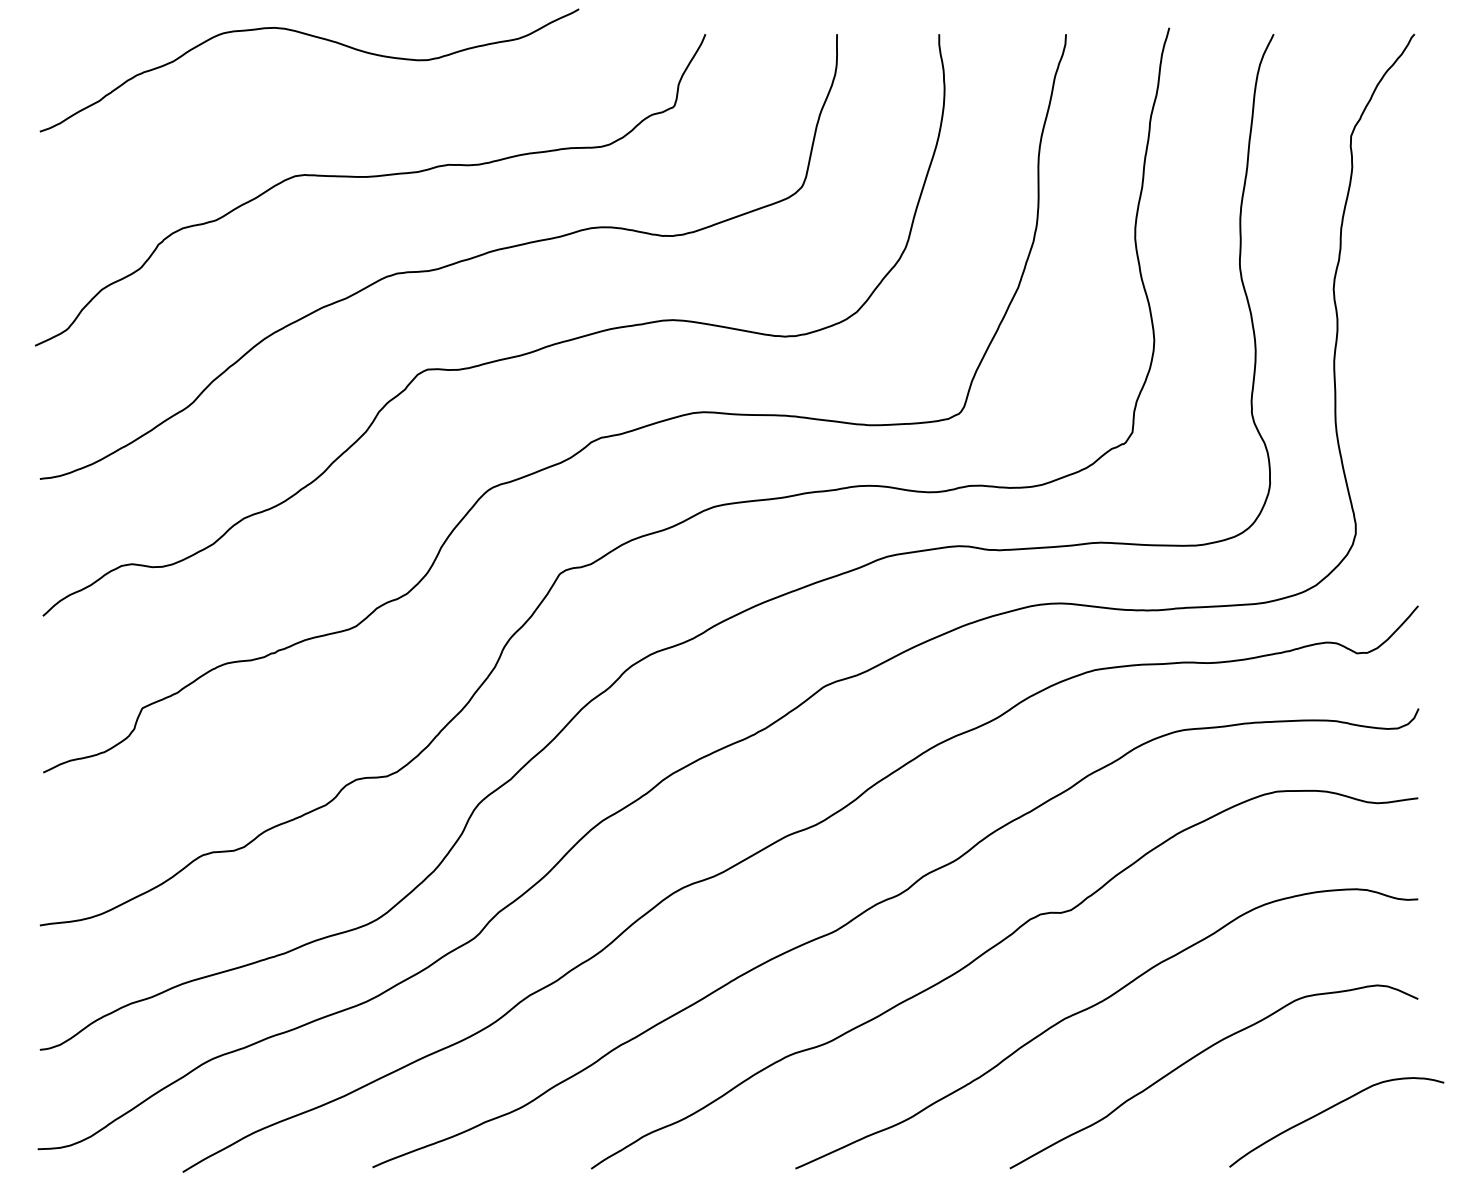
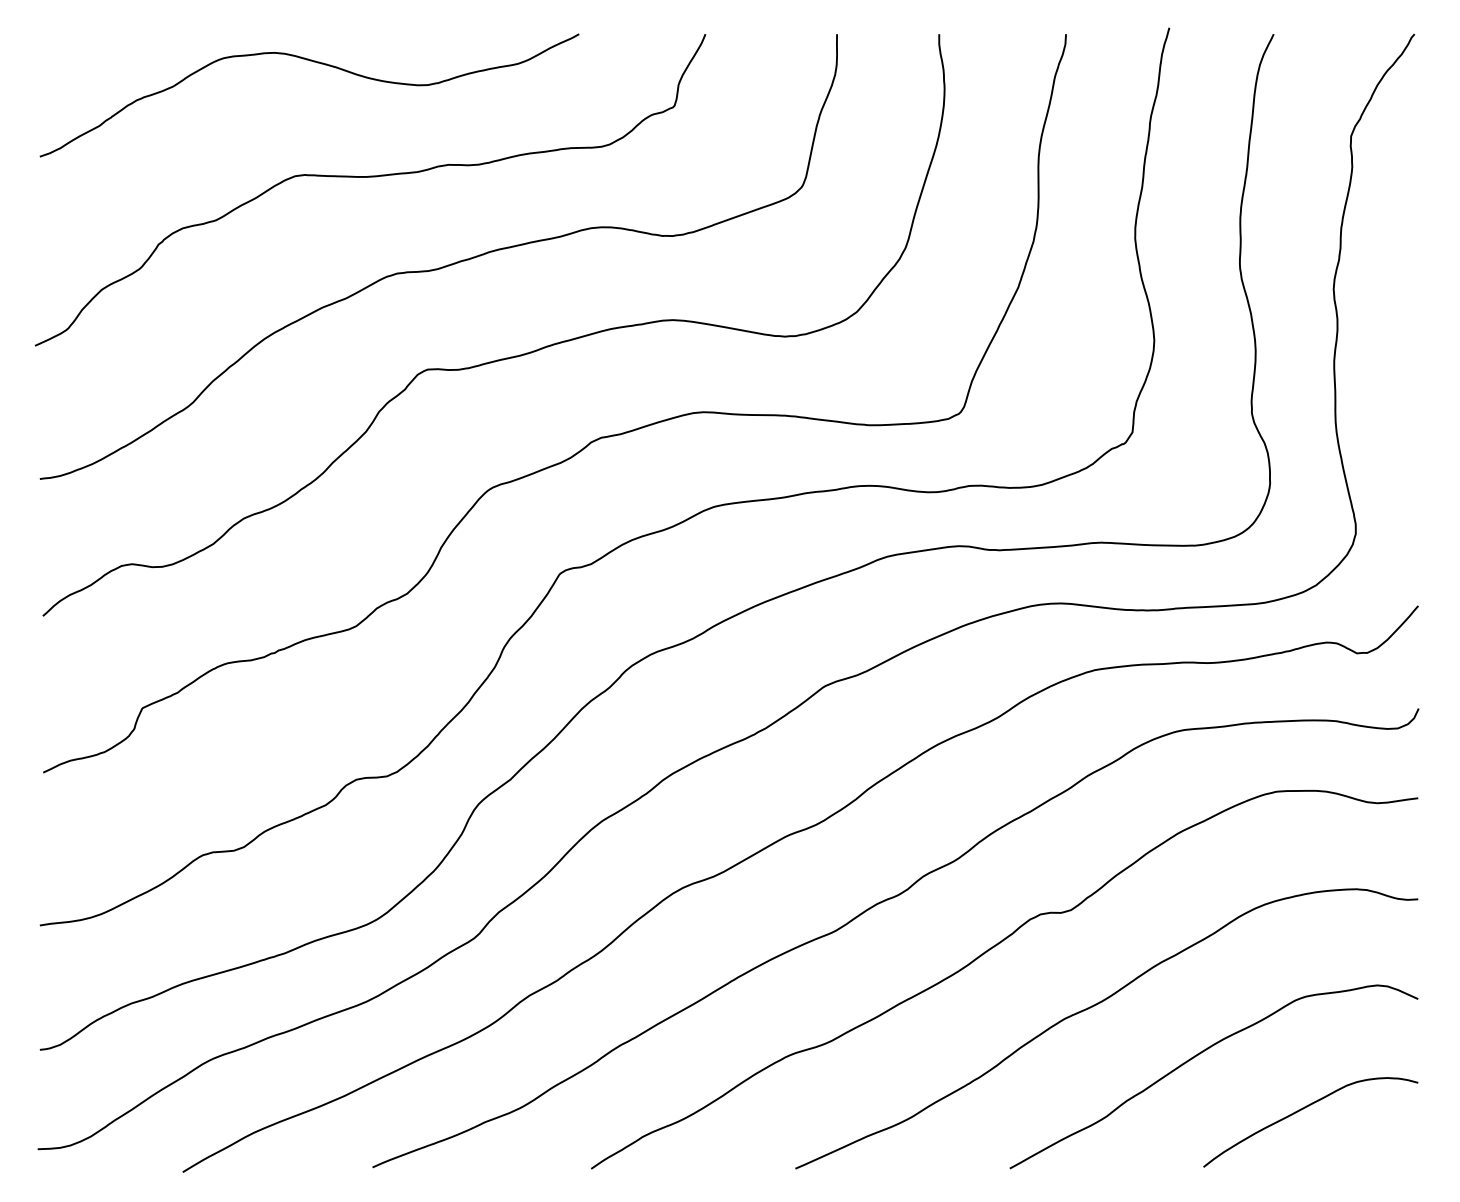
curve at (317, 38) position: (317, 38) -> (317, 63)
curve at (1329, 1109) position: (1329, 1109) -> (1303, 1109)
